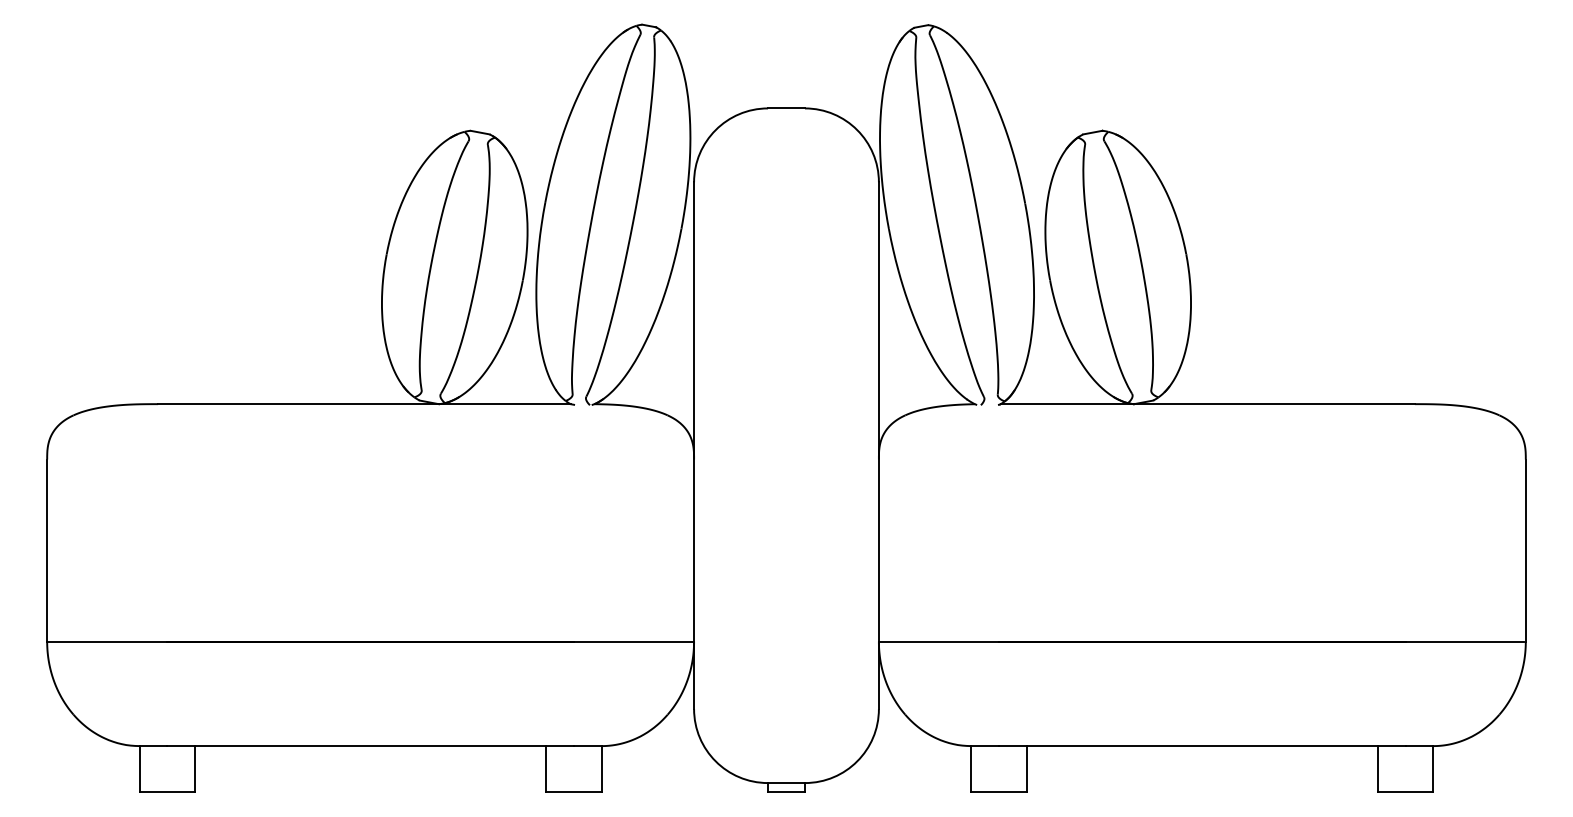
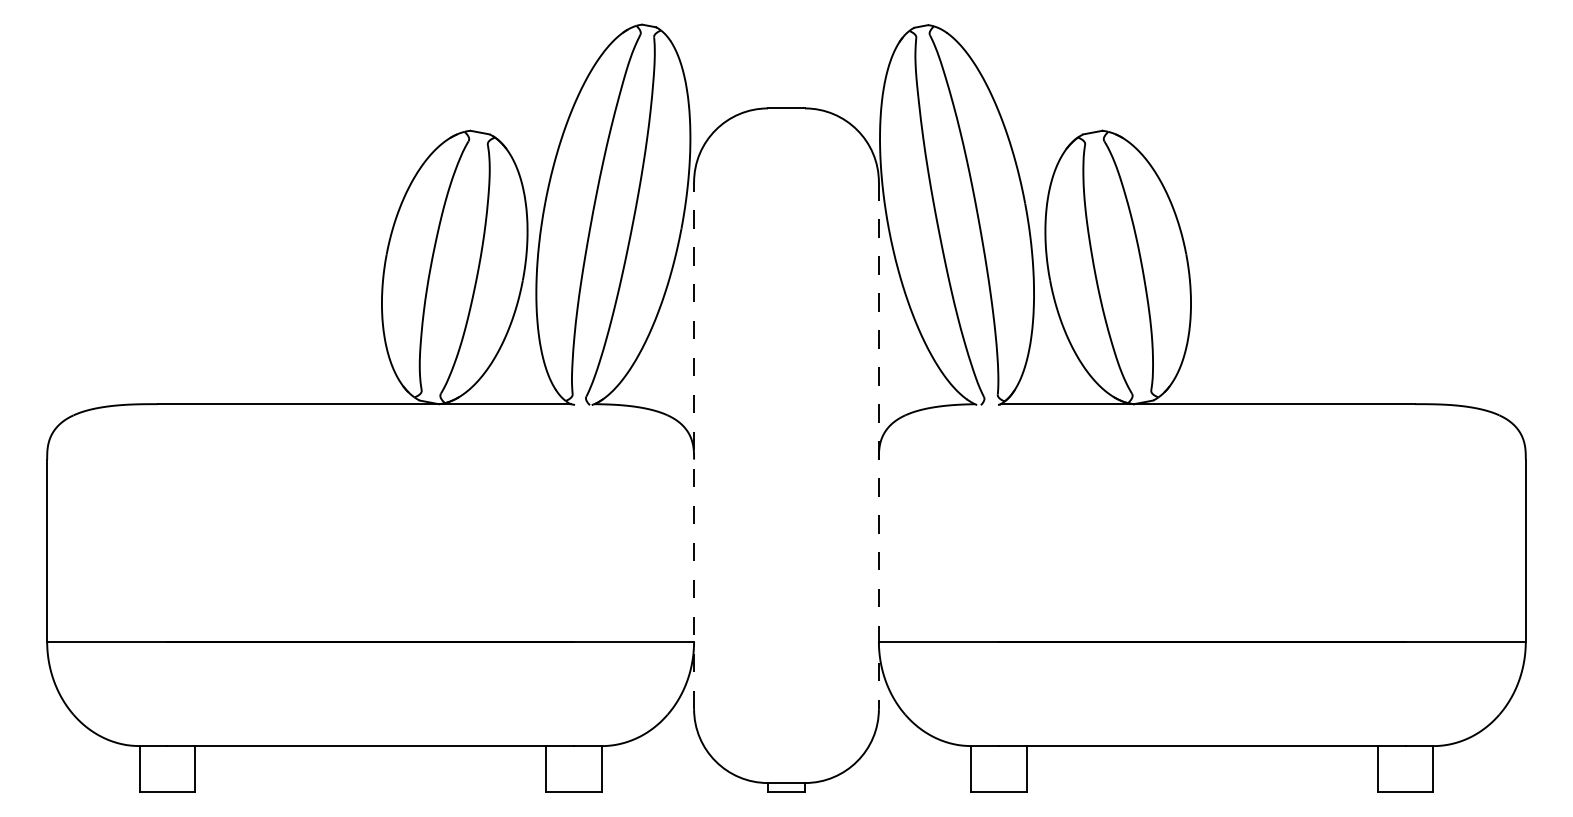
line at (694, 445): solid -> dashed
line at (878, 446): solid -> dashed
